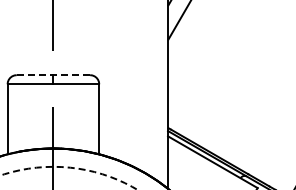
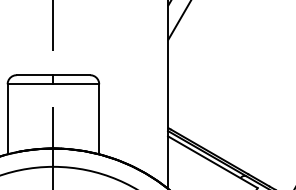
line at (53, 75): dashed -> solid
circle at (68, 177): dashed -> solid
